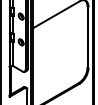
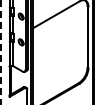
line at (1, 52): solid -> dashed
